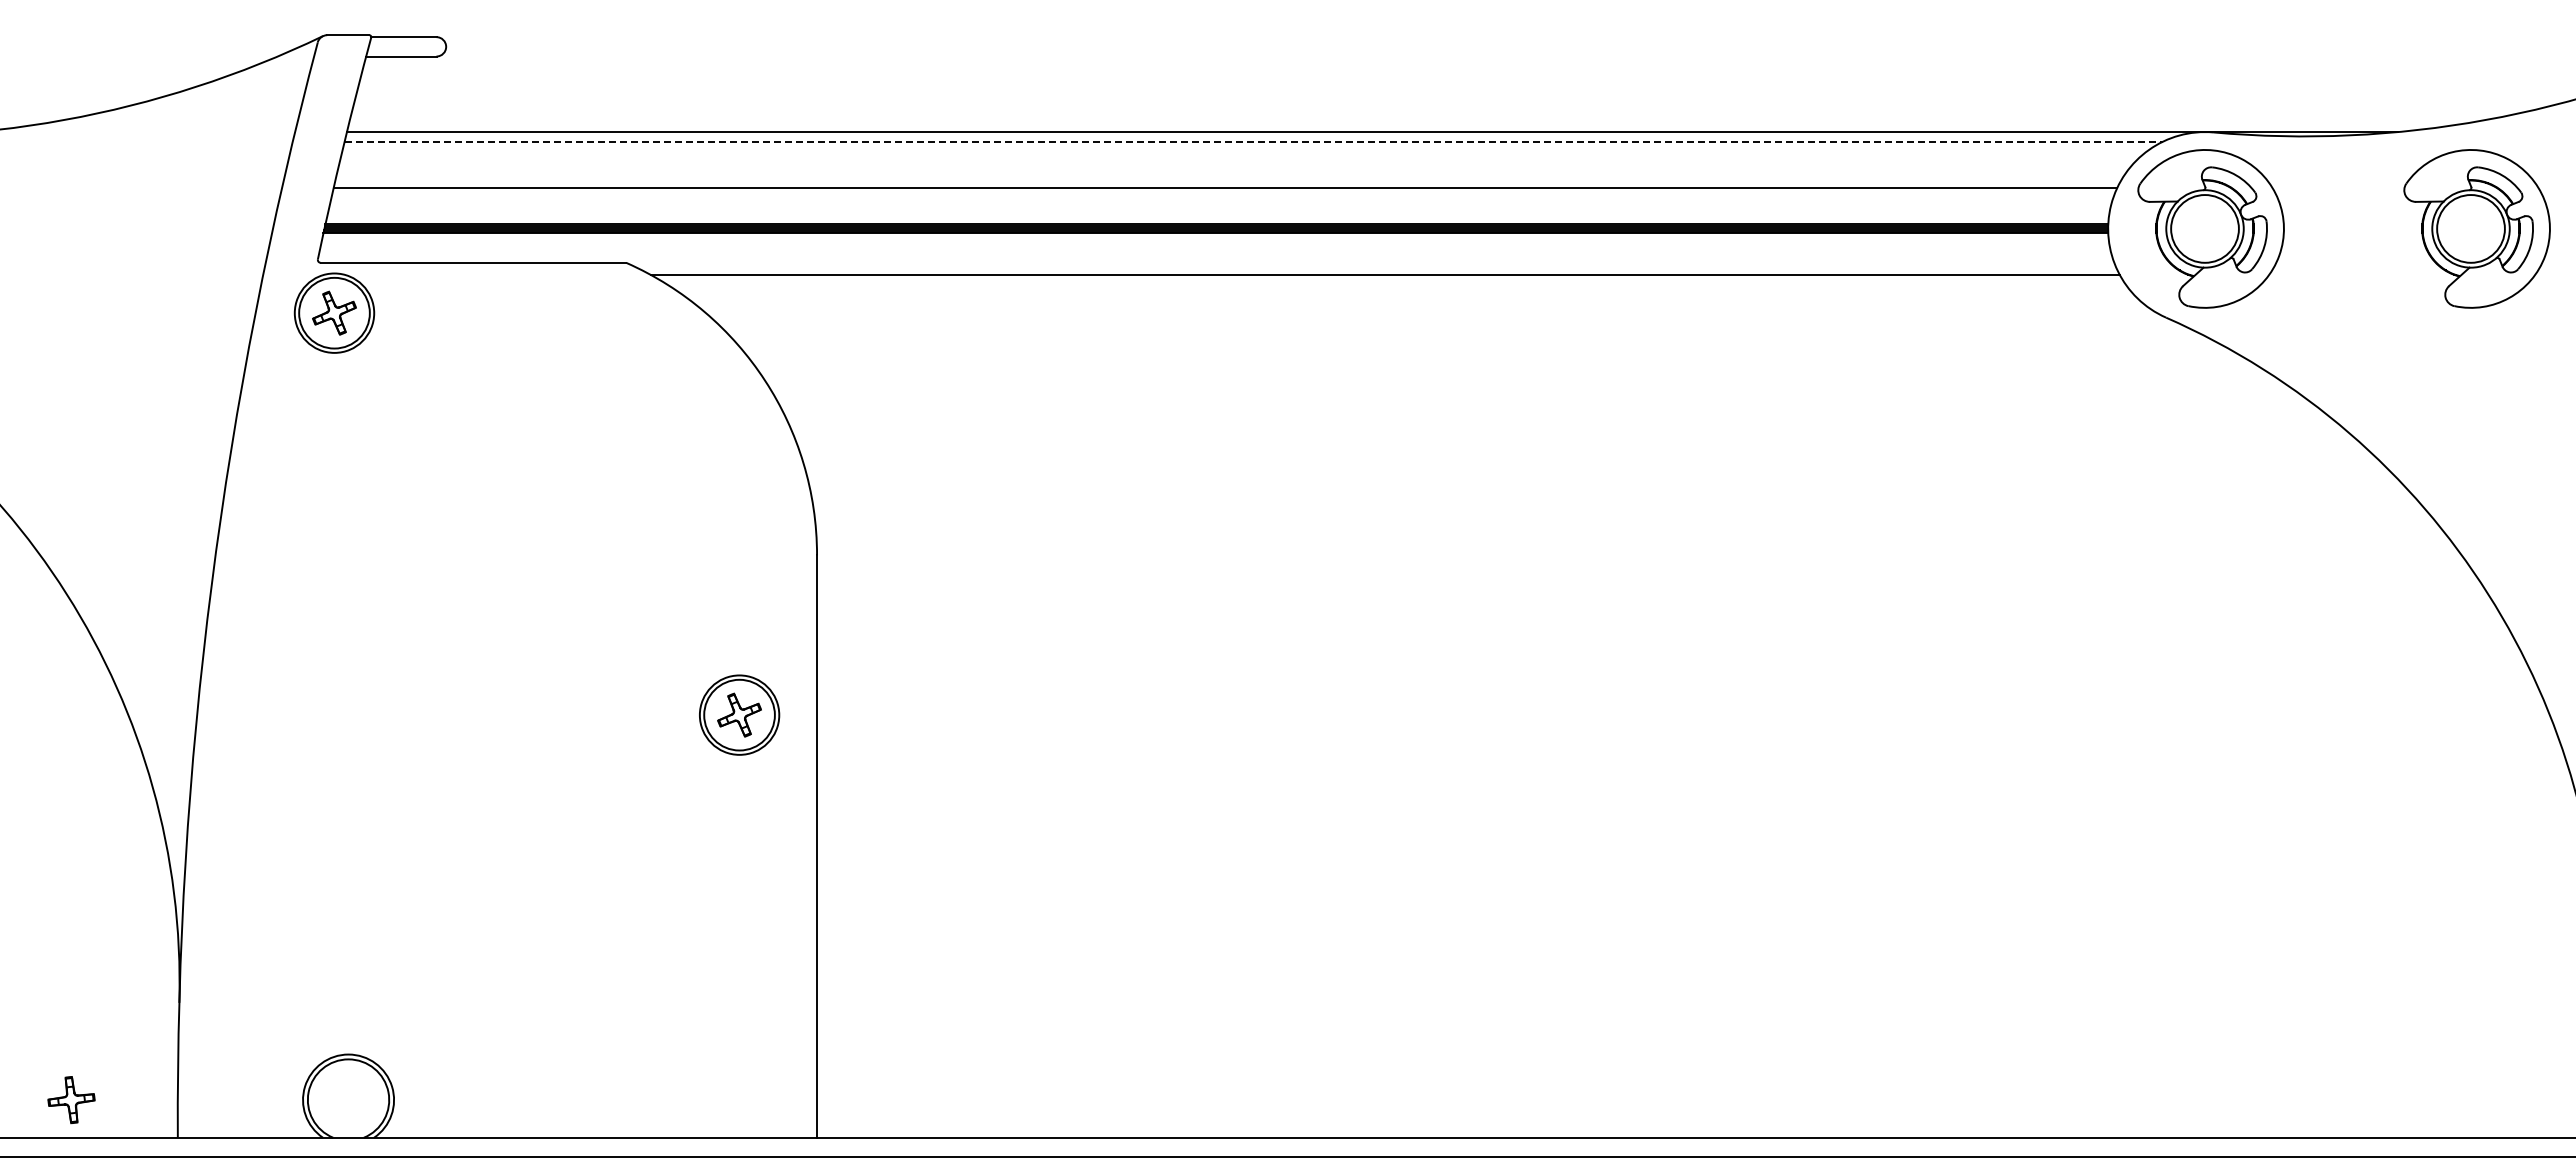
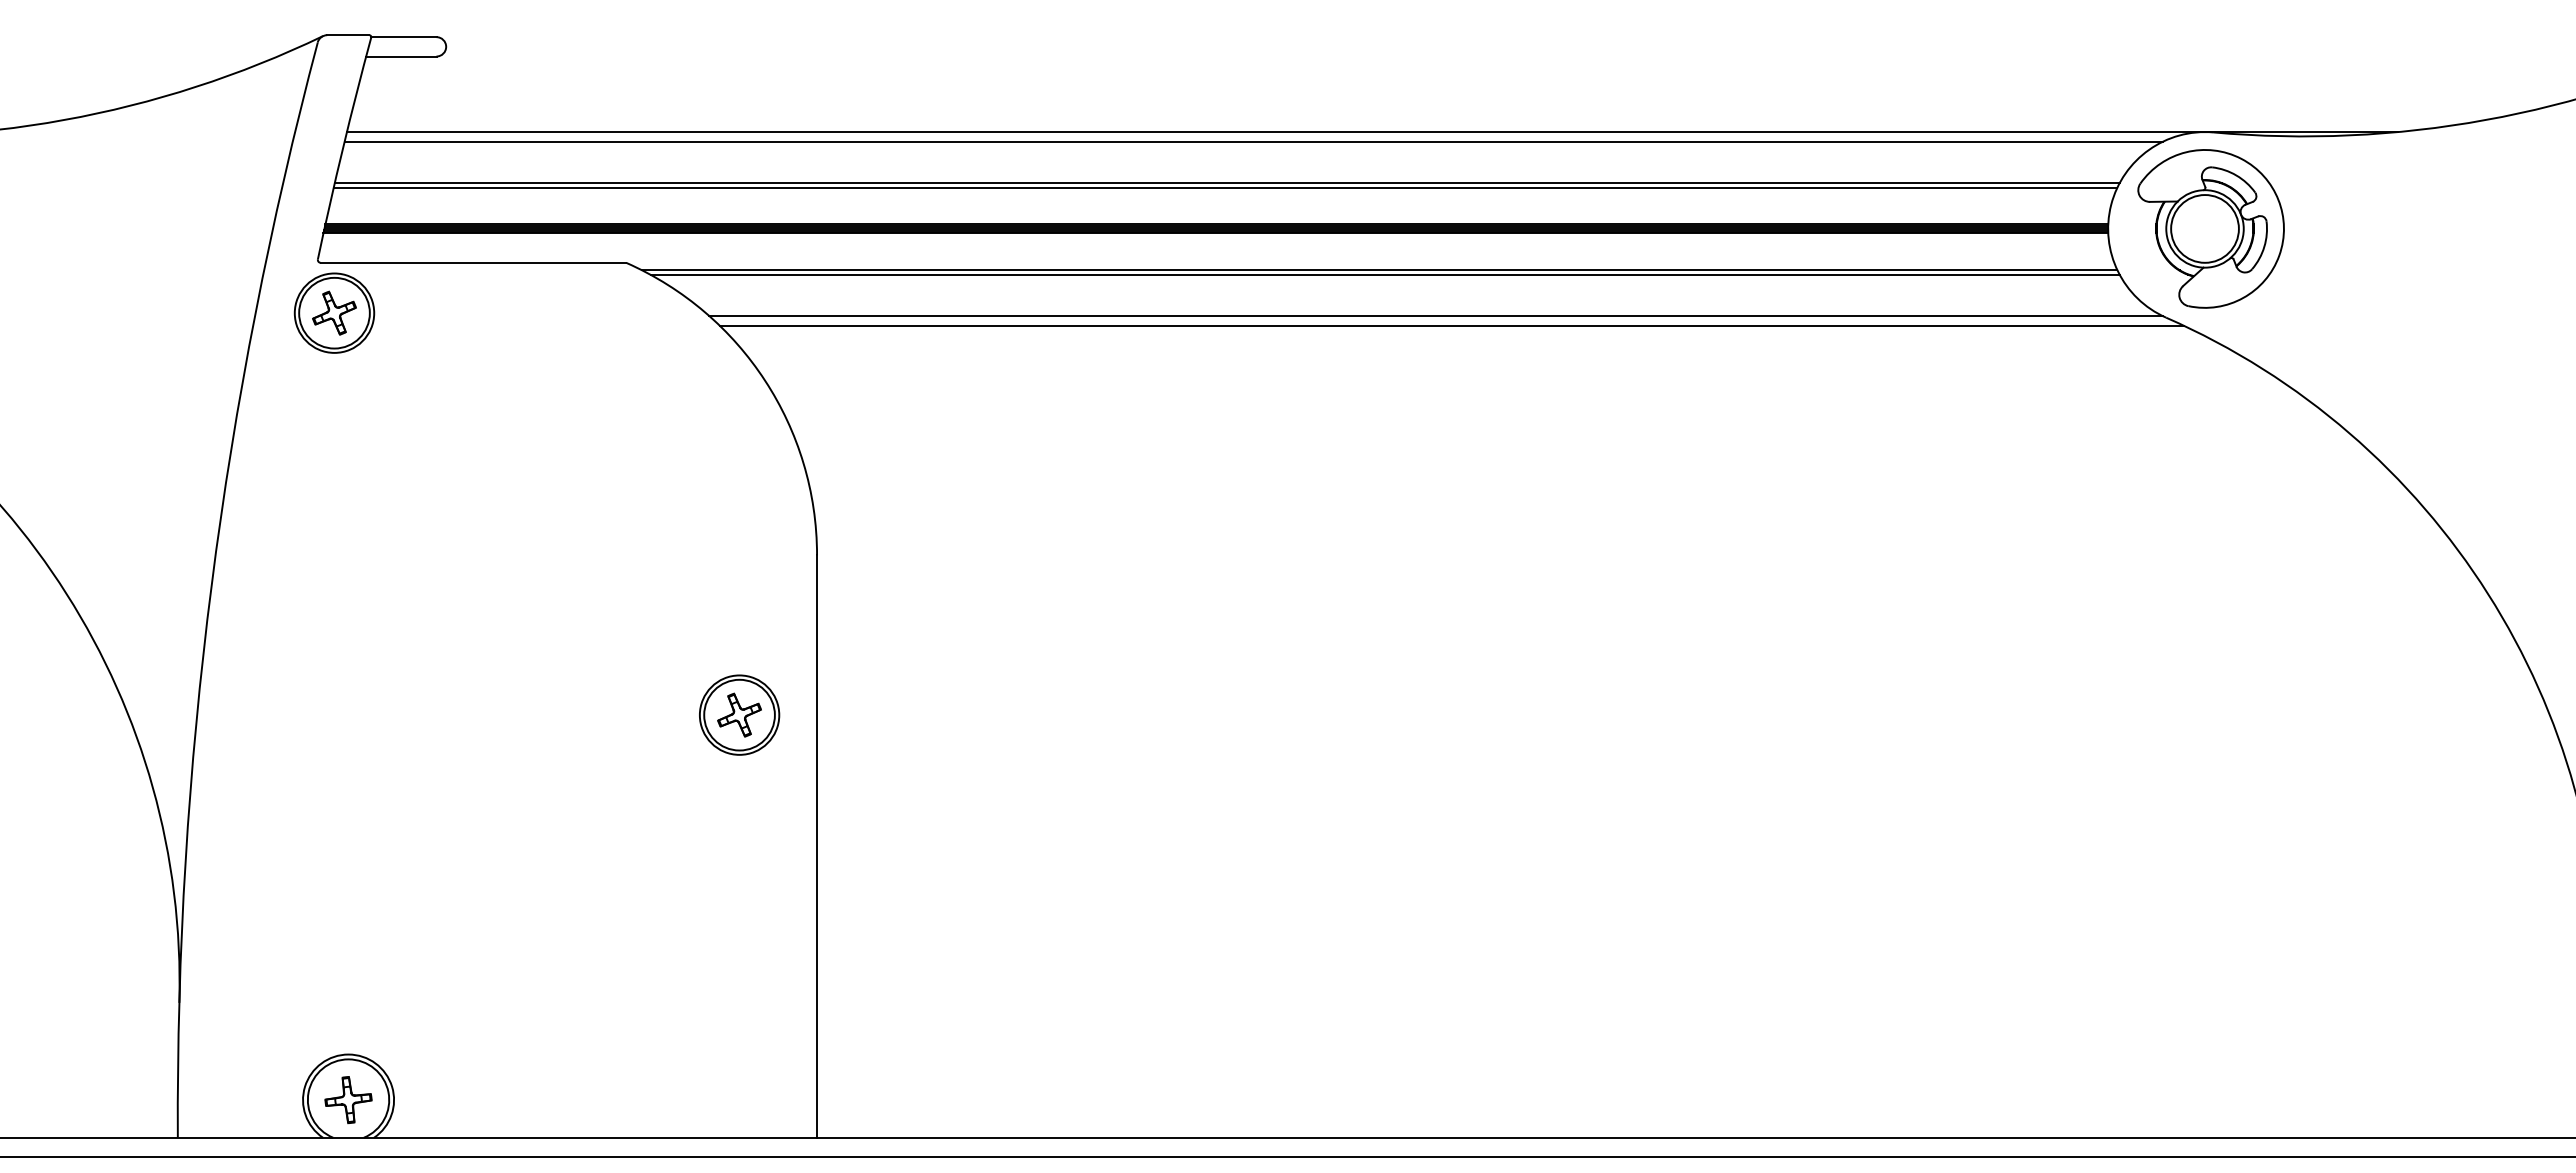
line at (1254, 141): dashed -> solid
line at (1226, 182): none -> present
part at (2476, 228): present -> none
line at (1379, 270): none -> present
line at (1435, 316): none -> present
line at (1451, 325): none -> present
part at (71, 1100) position: (71, 1100) -> (348, 1100)
